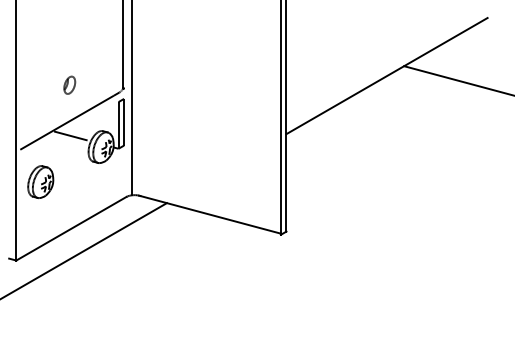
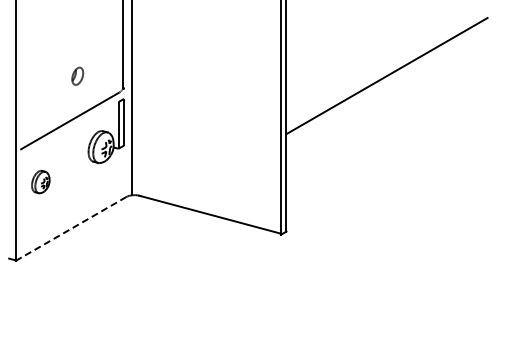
line at (457, 80): present -> none
part at (69, 84) position: (69, 84) -> (77, 75)
line at (70, 135): present -> none
part at (40, 181) size: 28x34 px -> 20x26 px
line at (71, 228): solid -> dashed
line at (84, 250): present -> none
